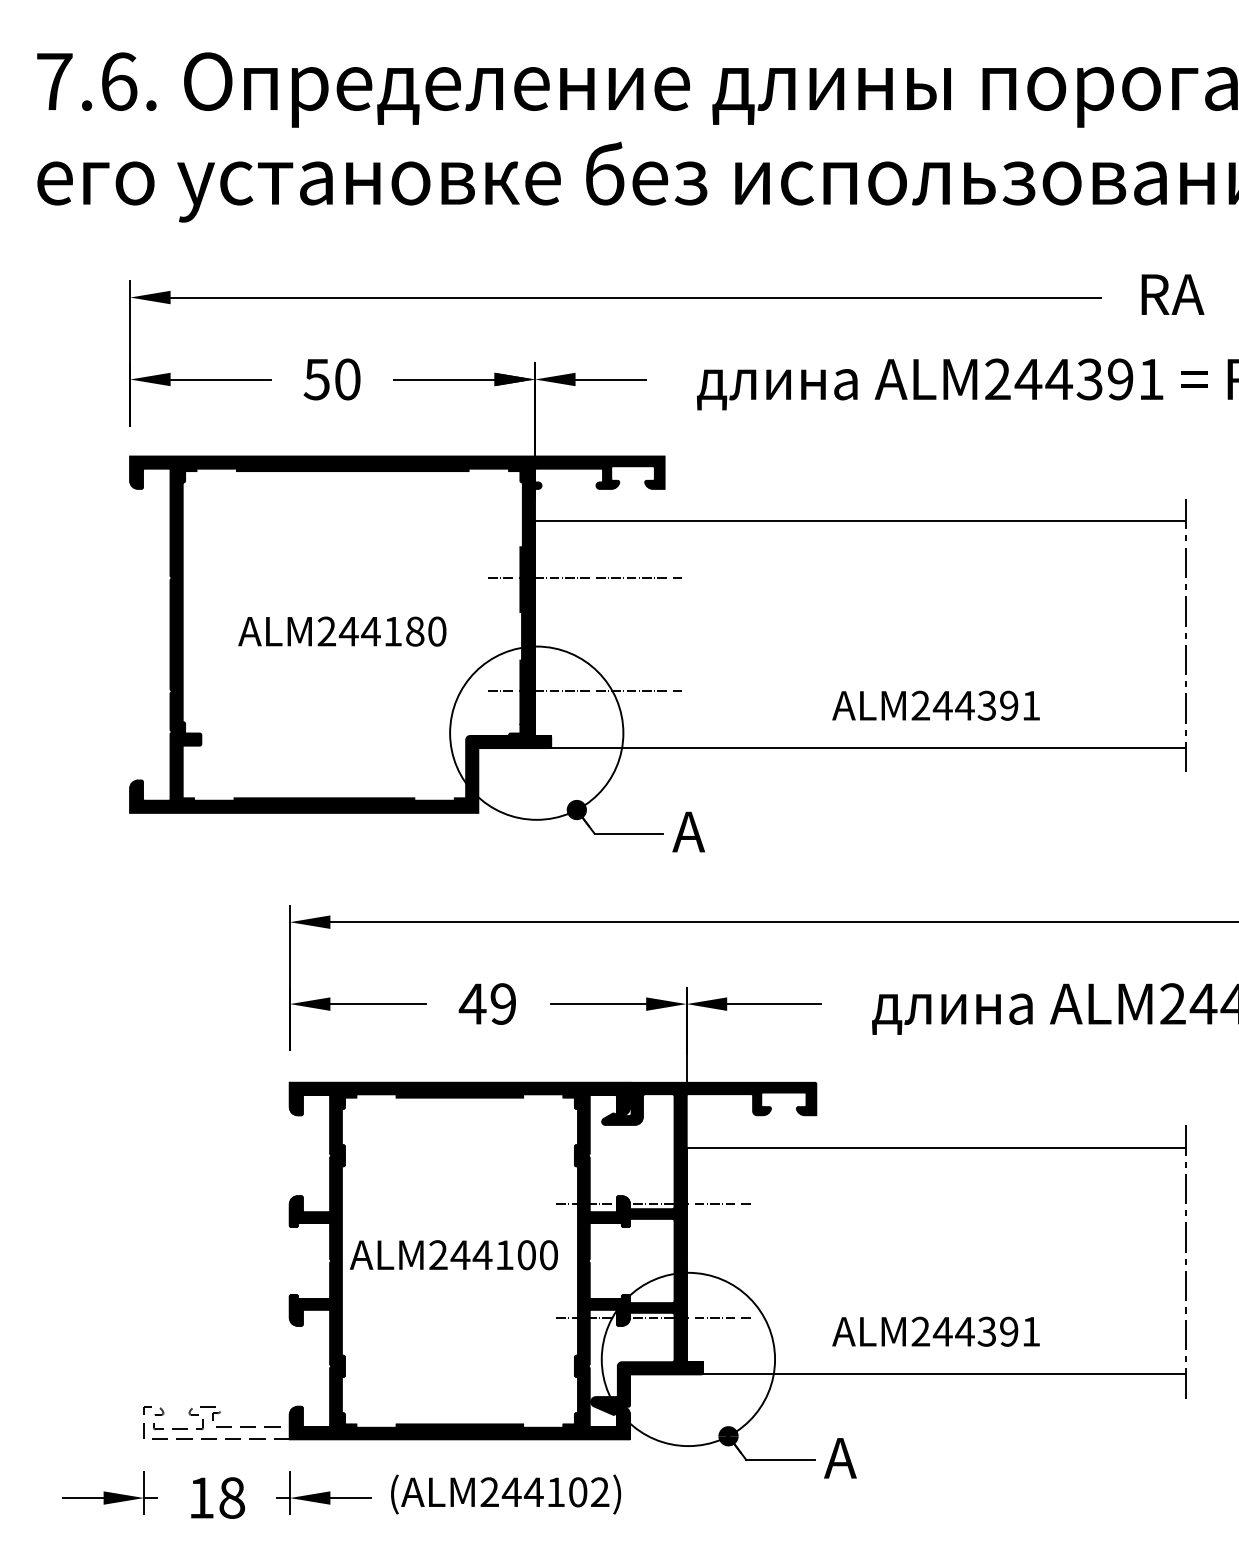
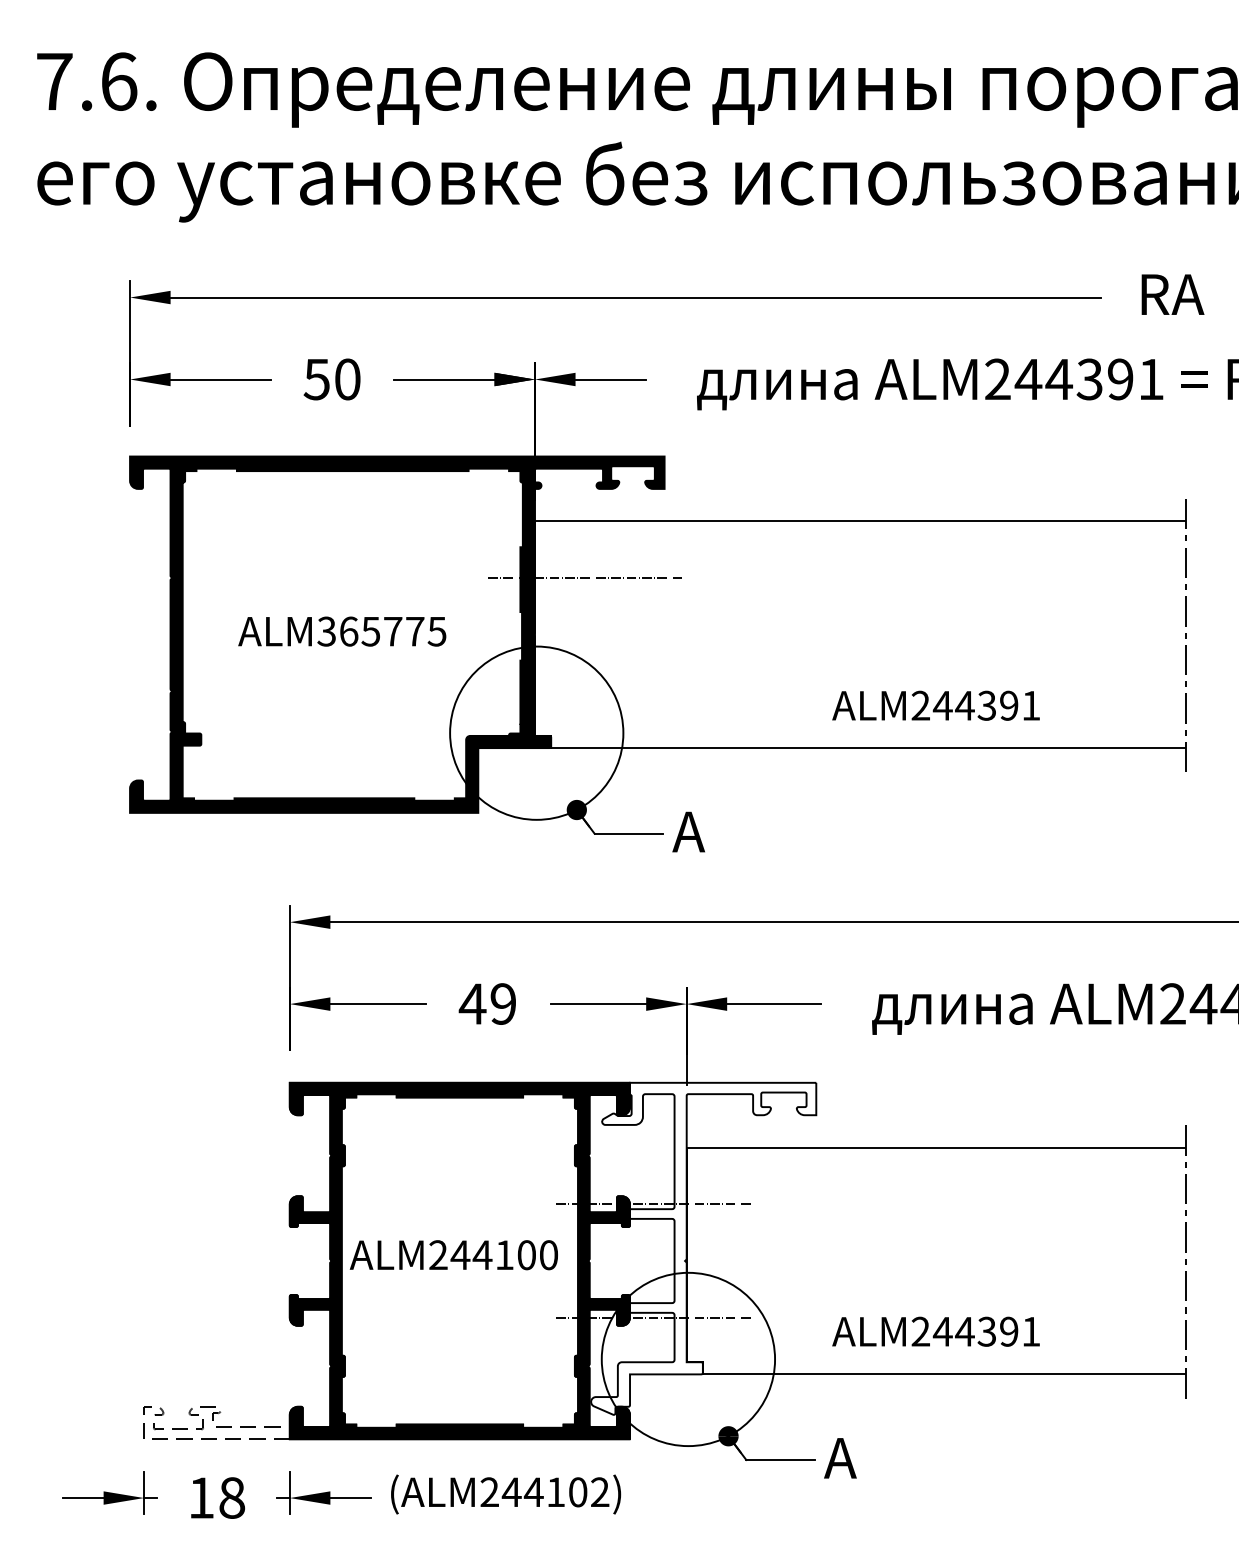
text at (381, 631): ALM244180 -> ALM365775
line at (584, 691): present -> none
fill at (703, 1248): present -> none
